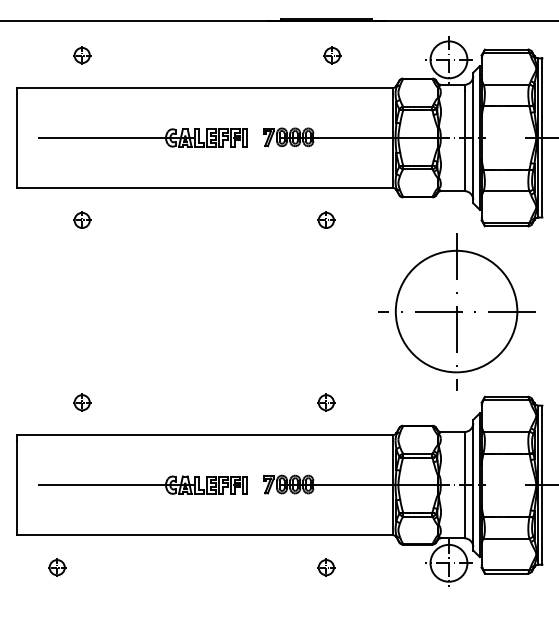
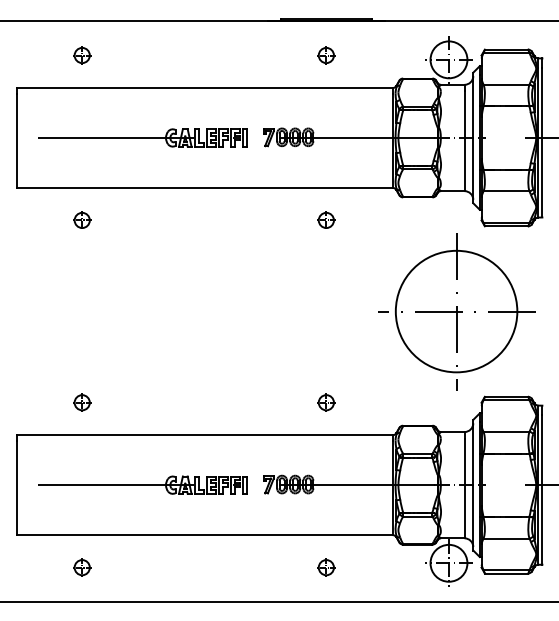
part at (332, 55) position: (332, 55) -> (326, 55)
part at (57, 567) position: (57, 567) -> (82, 567)
line at (278, 602): none -> present
